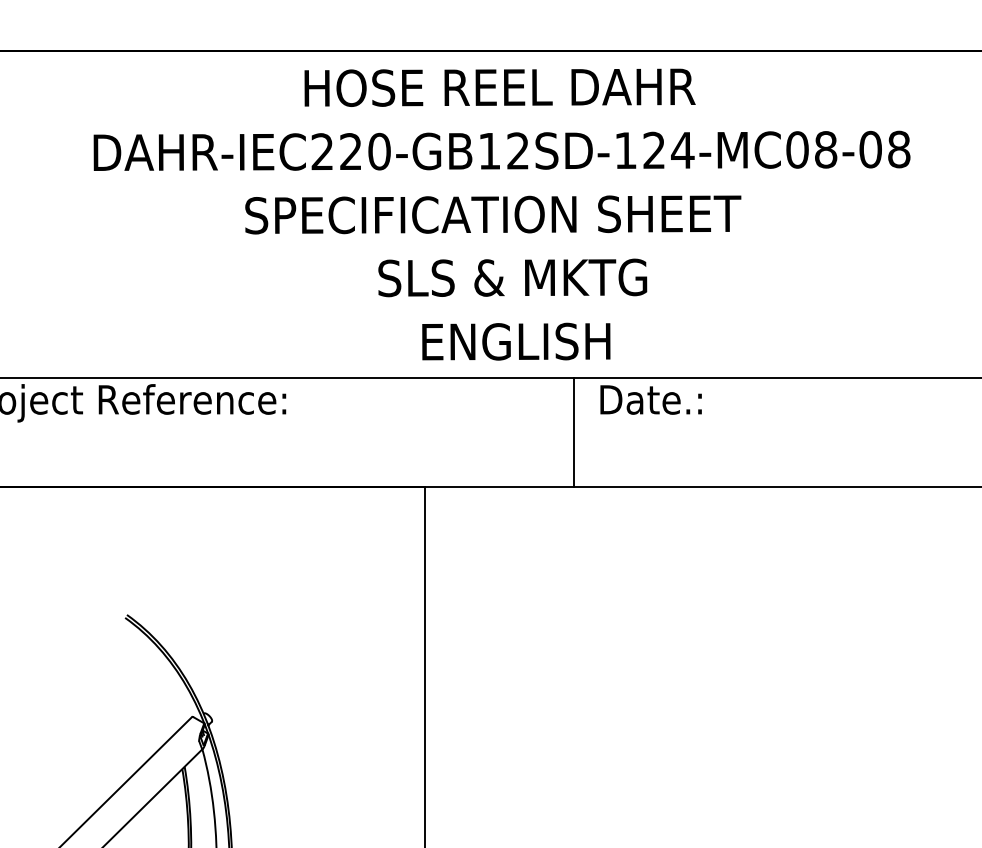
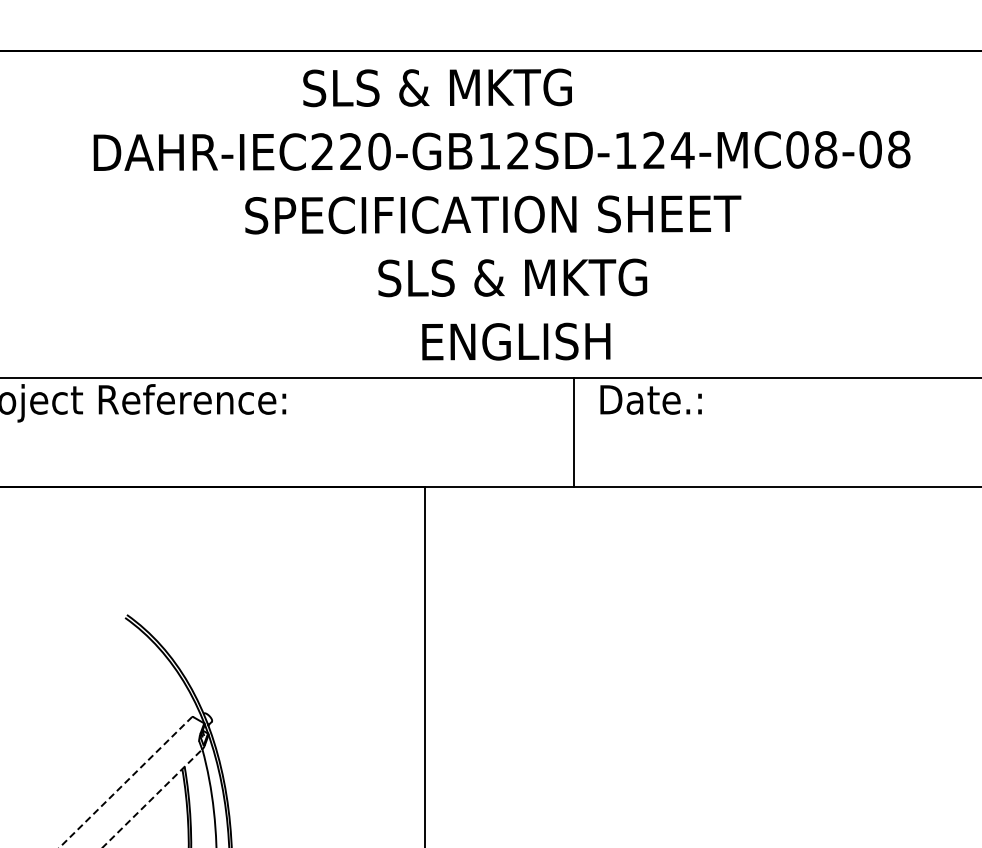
text at (499, 87): HOSE REEL DAHR -> SLS & MKTG
line at (125, 782): solid -> dashed
line at (153, 797): solid -> dashed
